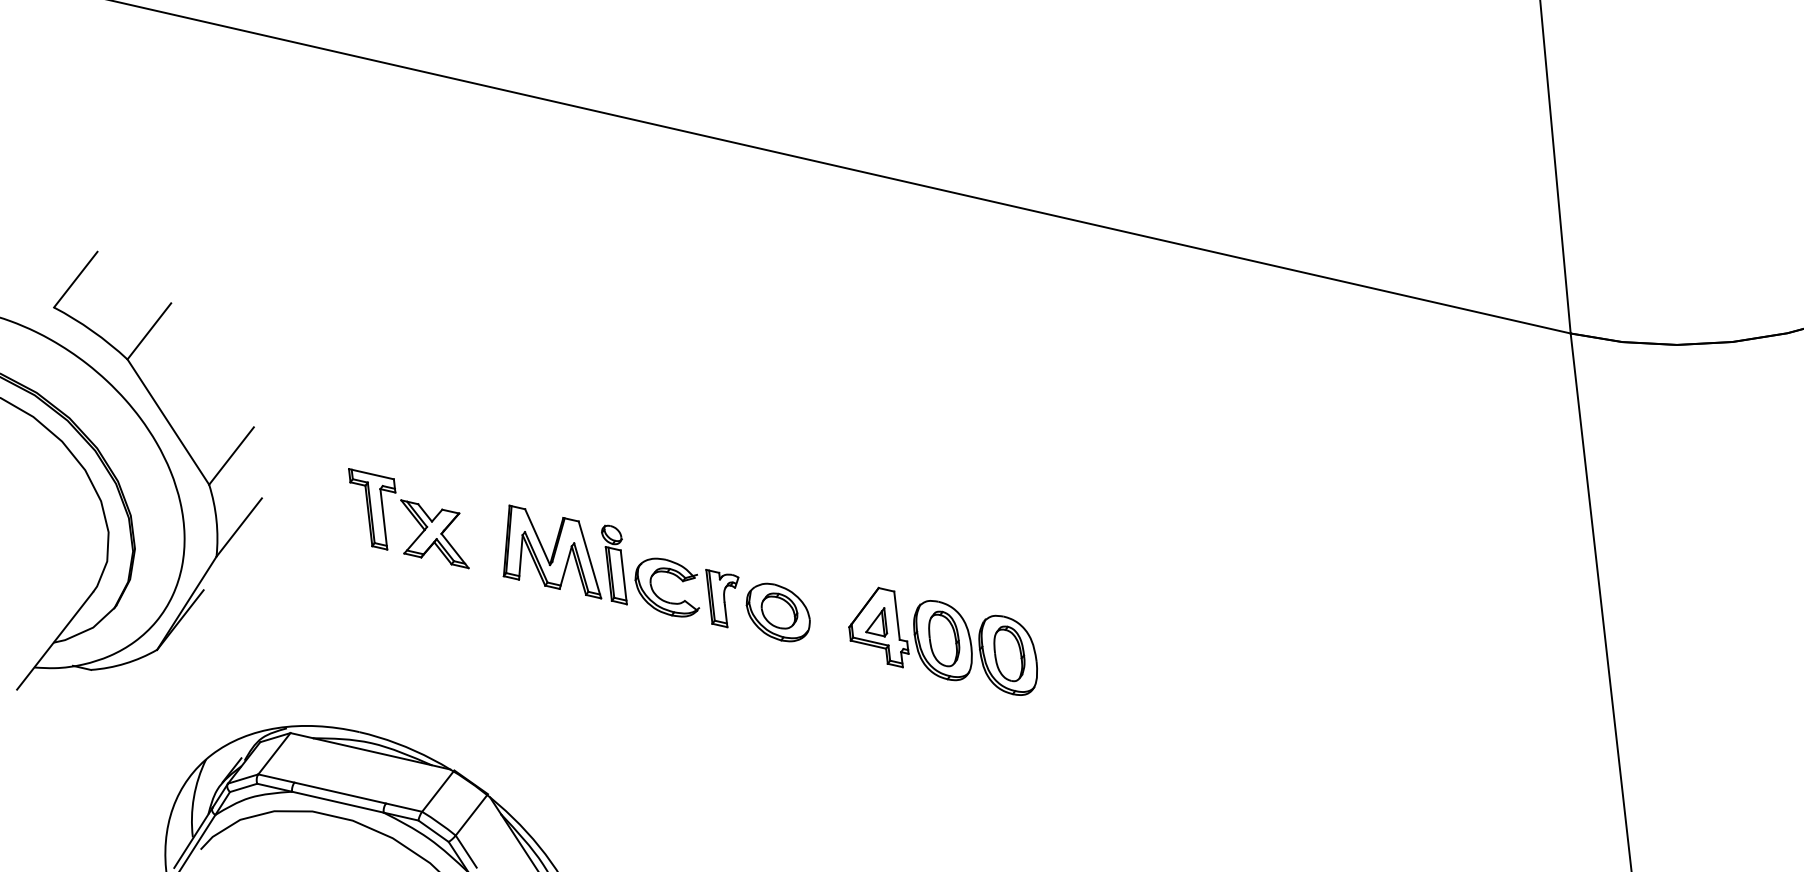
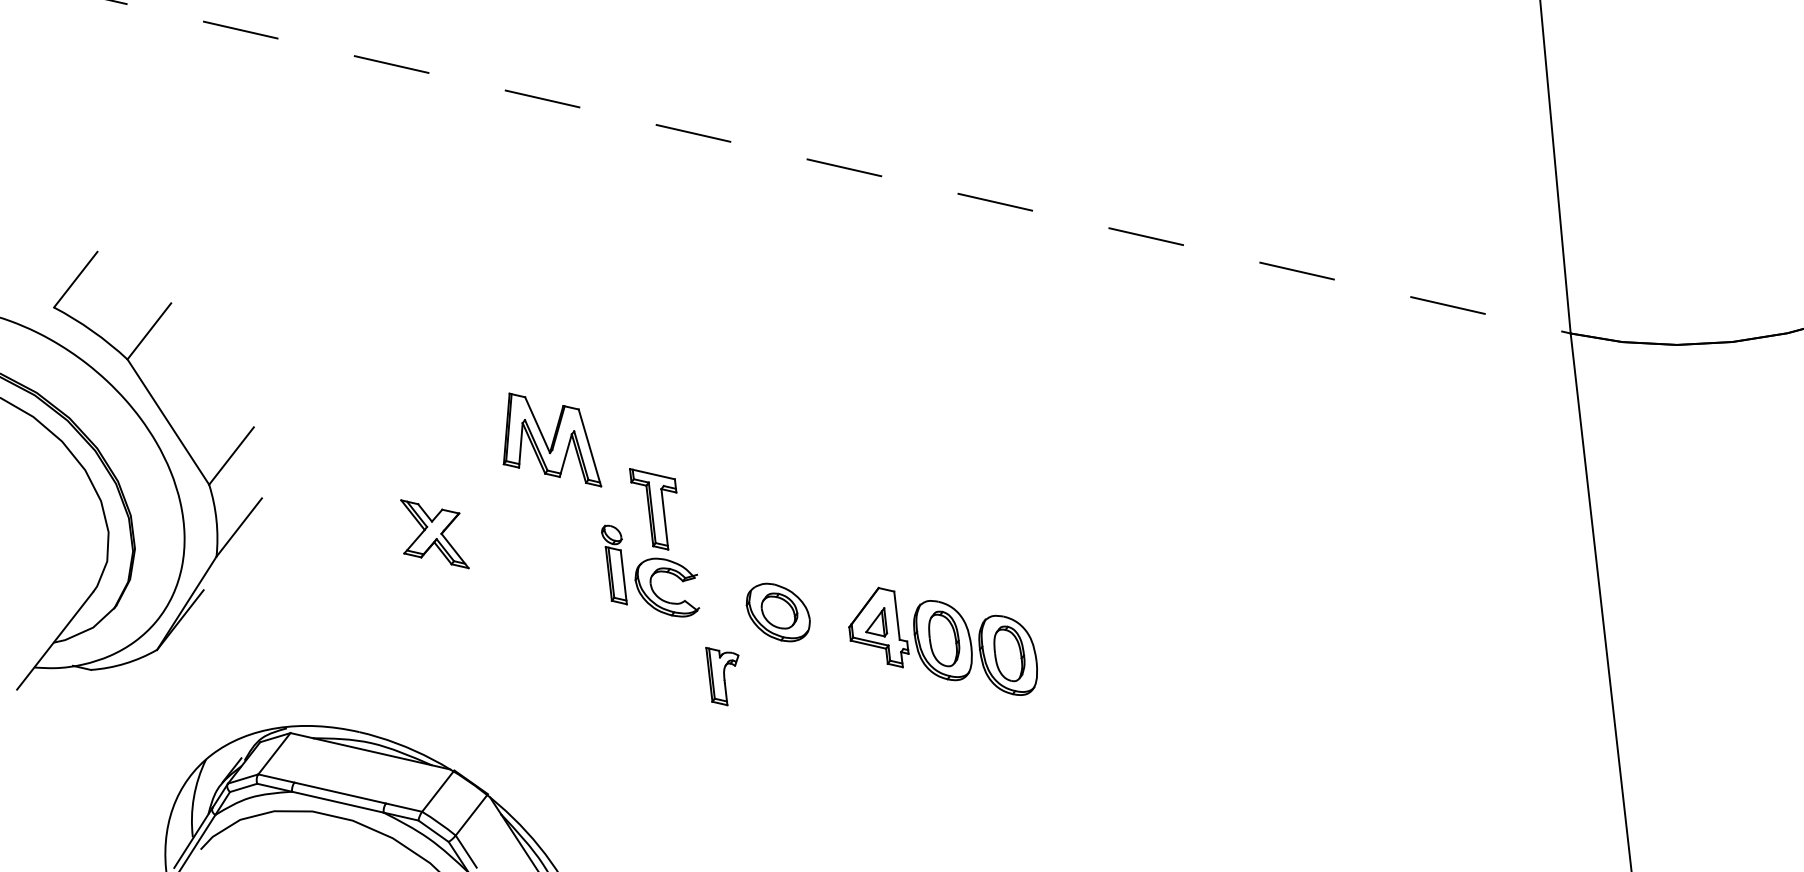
line at (840, 166): solid -> dashed
part at (372, 509) position: (372, 509) -> (653, 509)
part at (552, 551) position: (552, 551) -> (552, 439)
part at (722, 598) position: (722, 598) -> (722, 676)
